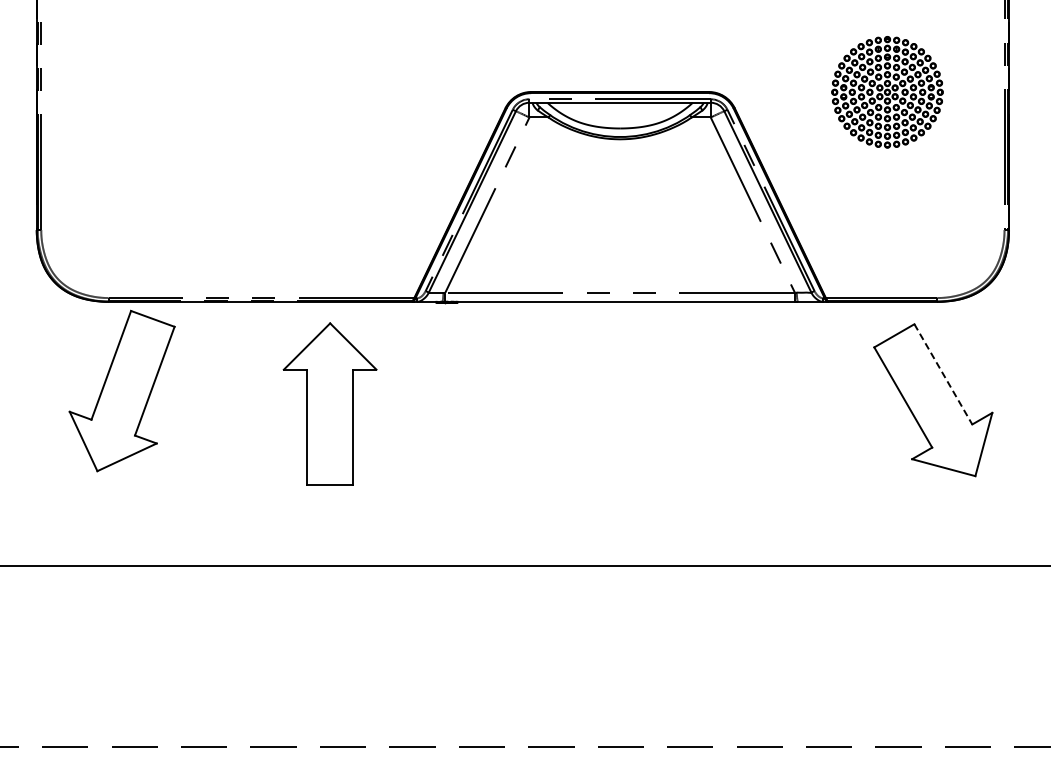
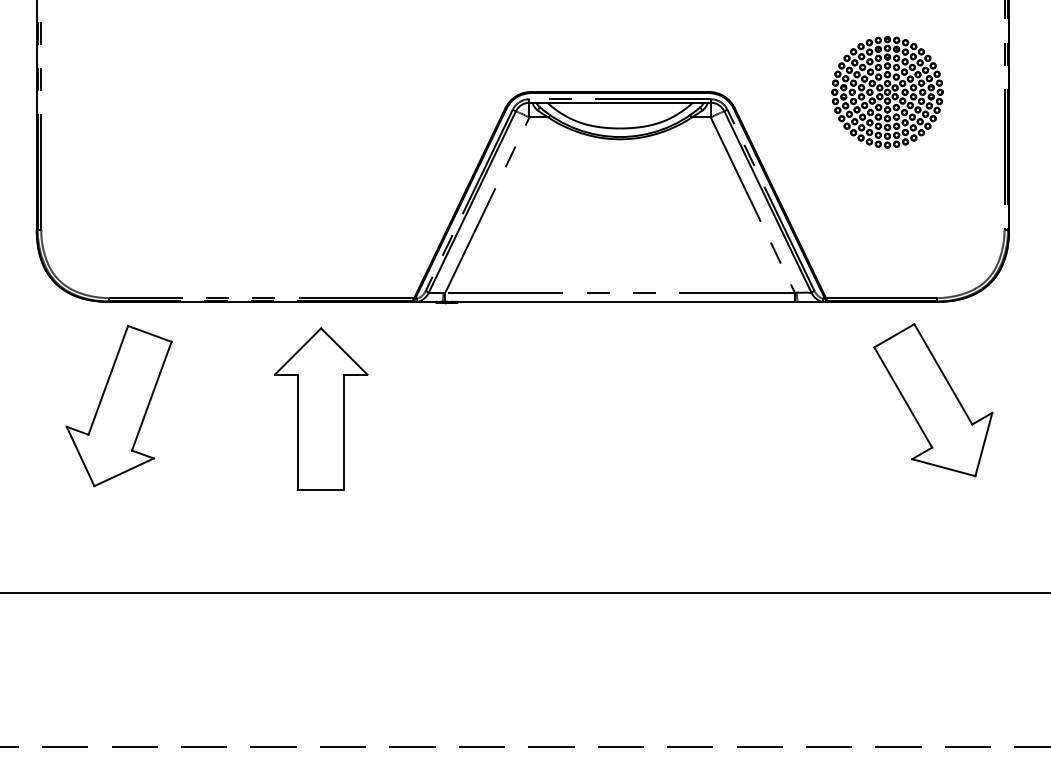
line at (943, 374): dashed -> solid
part at (121, 390) position: (121, 390) -> (118, 405)
part at (329, 403) position: (329, 403) -> (320, 408)
line at (524, 565) position: (524, 565) -> (524, 592)
